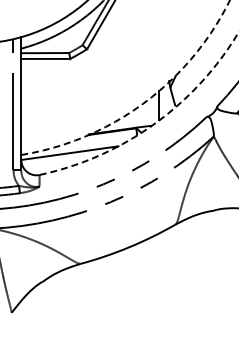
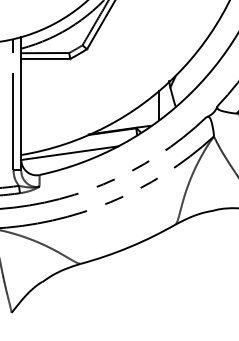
arc at (142, 103): dashed -> solid
arc at (152, 125): dashed -> solid
